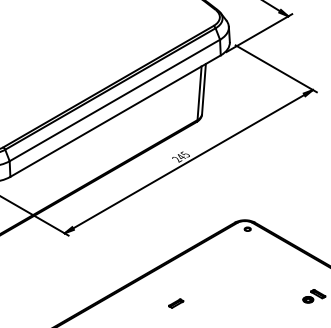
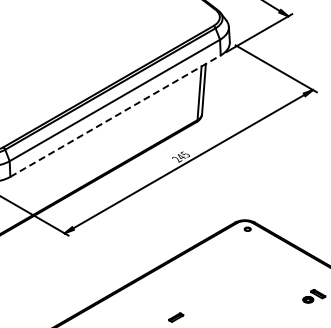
line at (116, 115): solid -> dashed
part at (176, 303) position: (176, 303) -> (176, 317)
